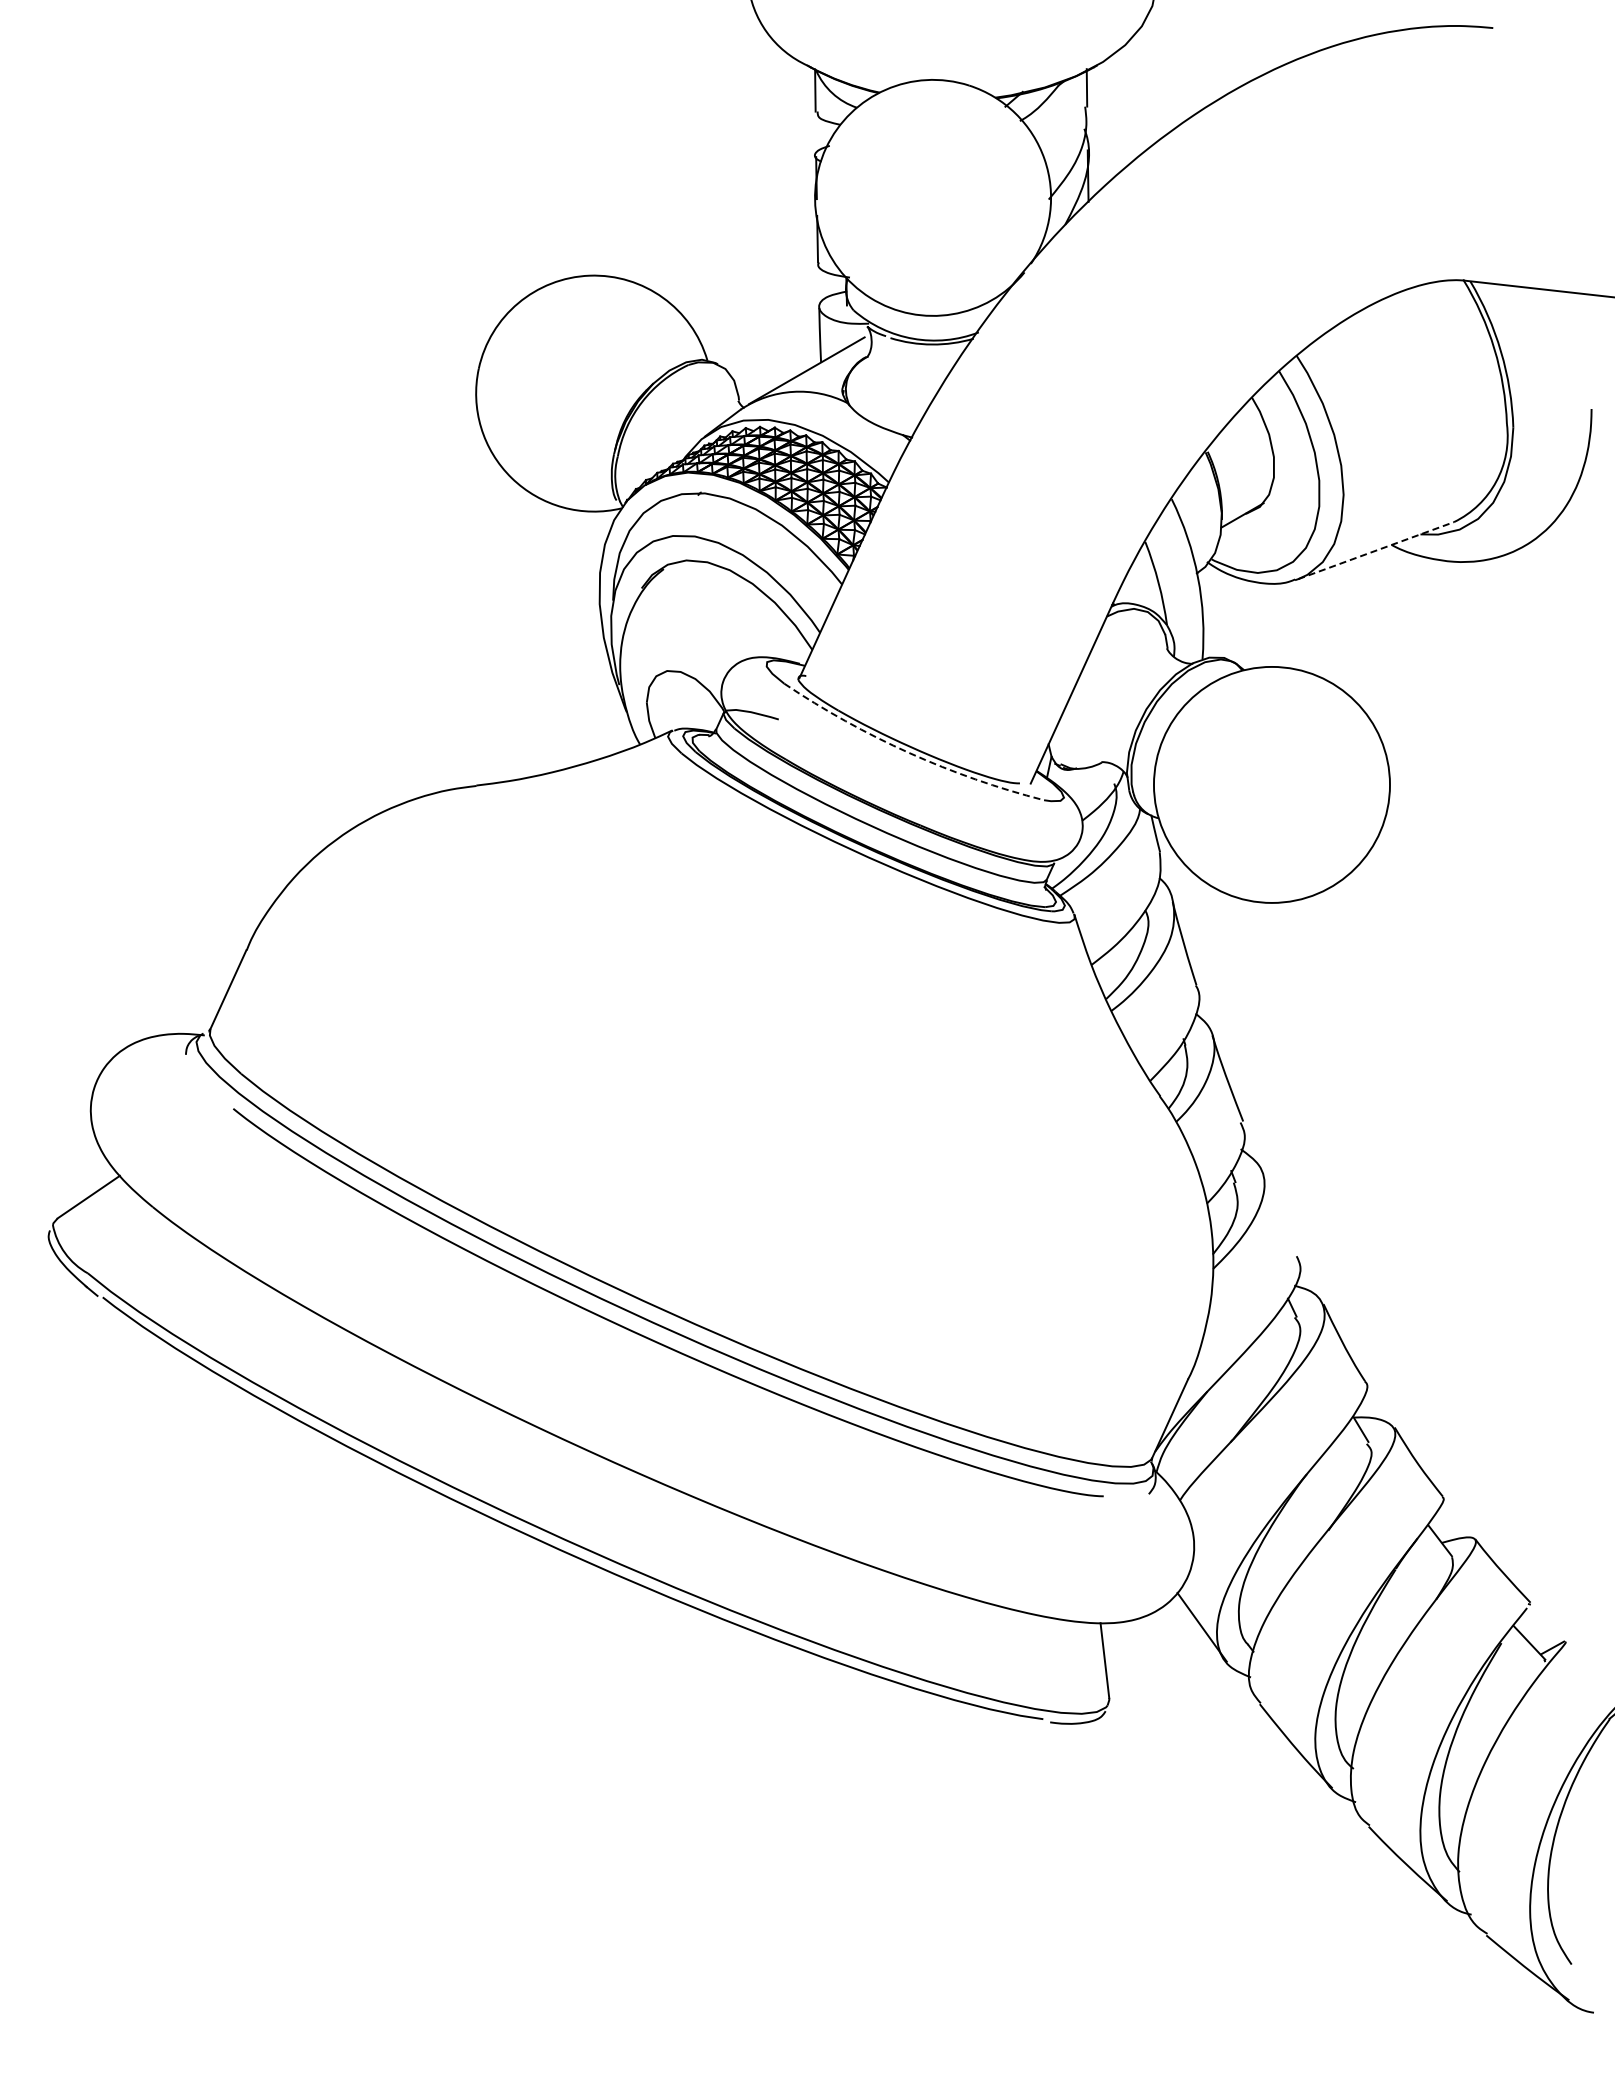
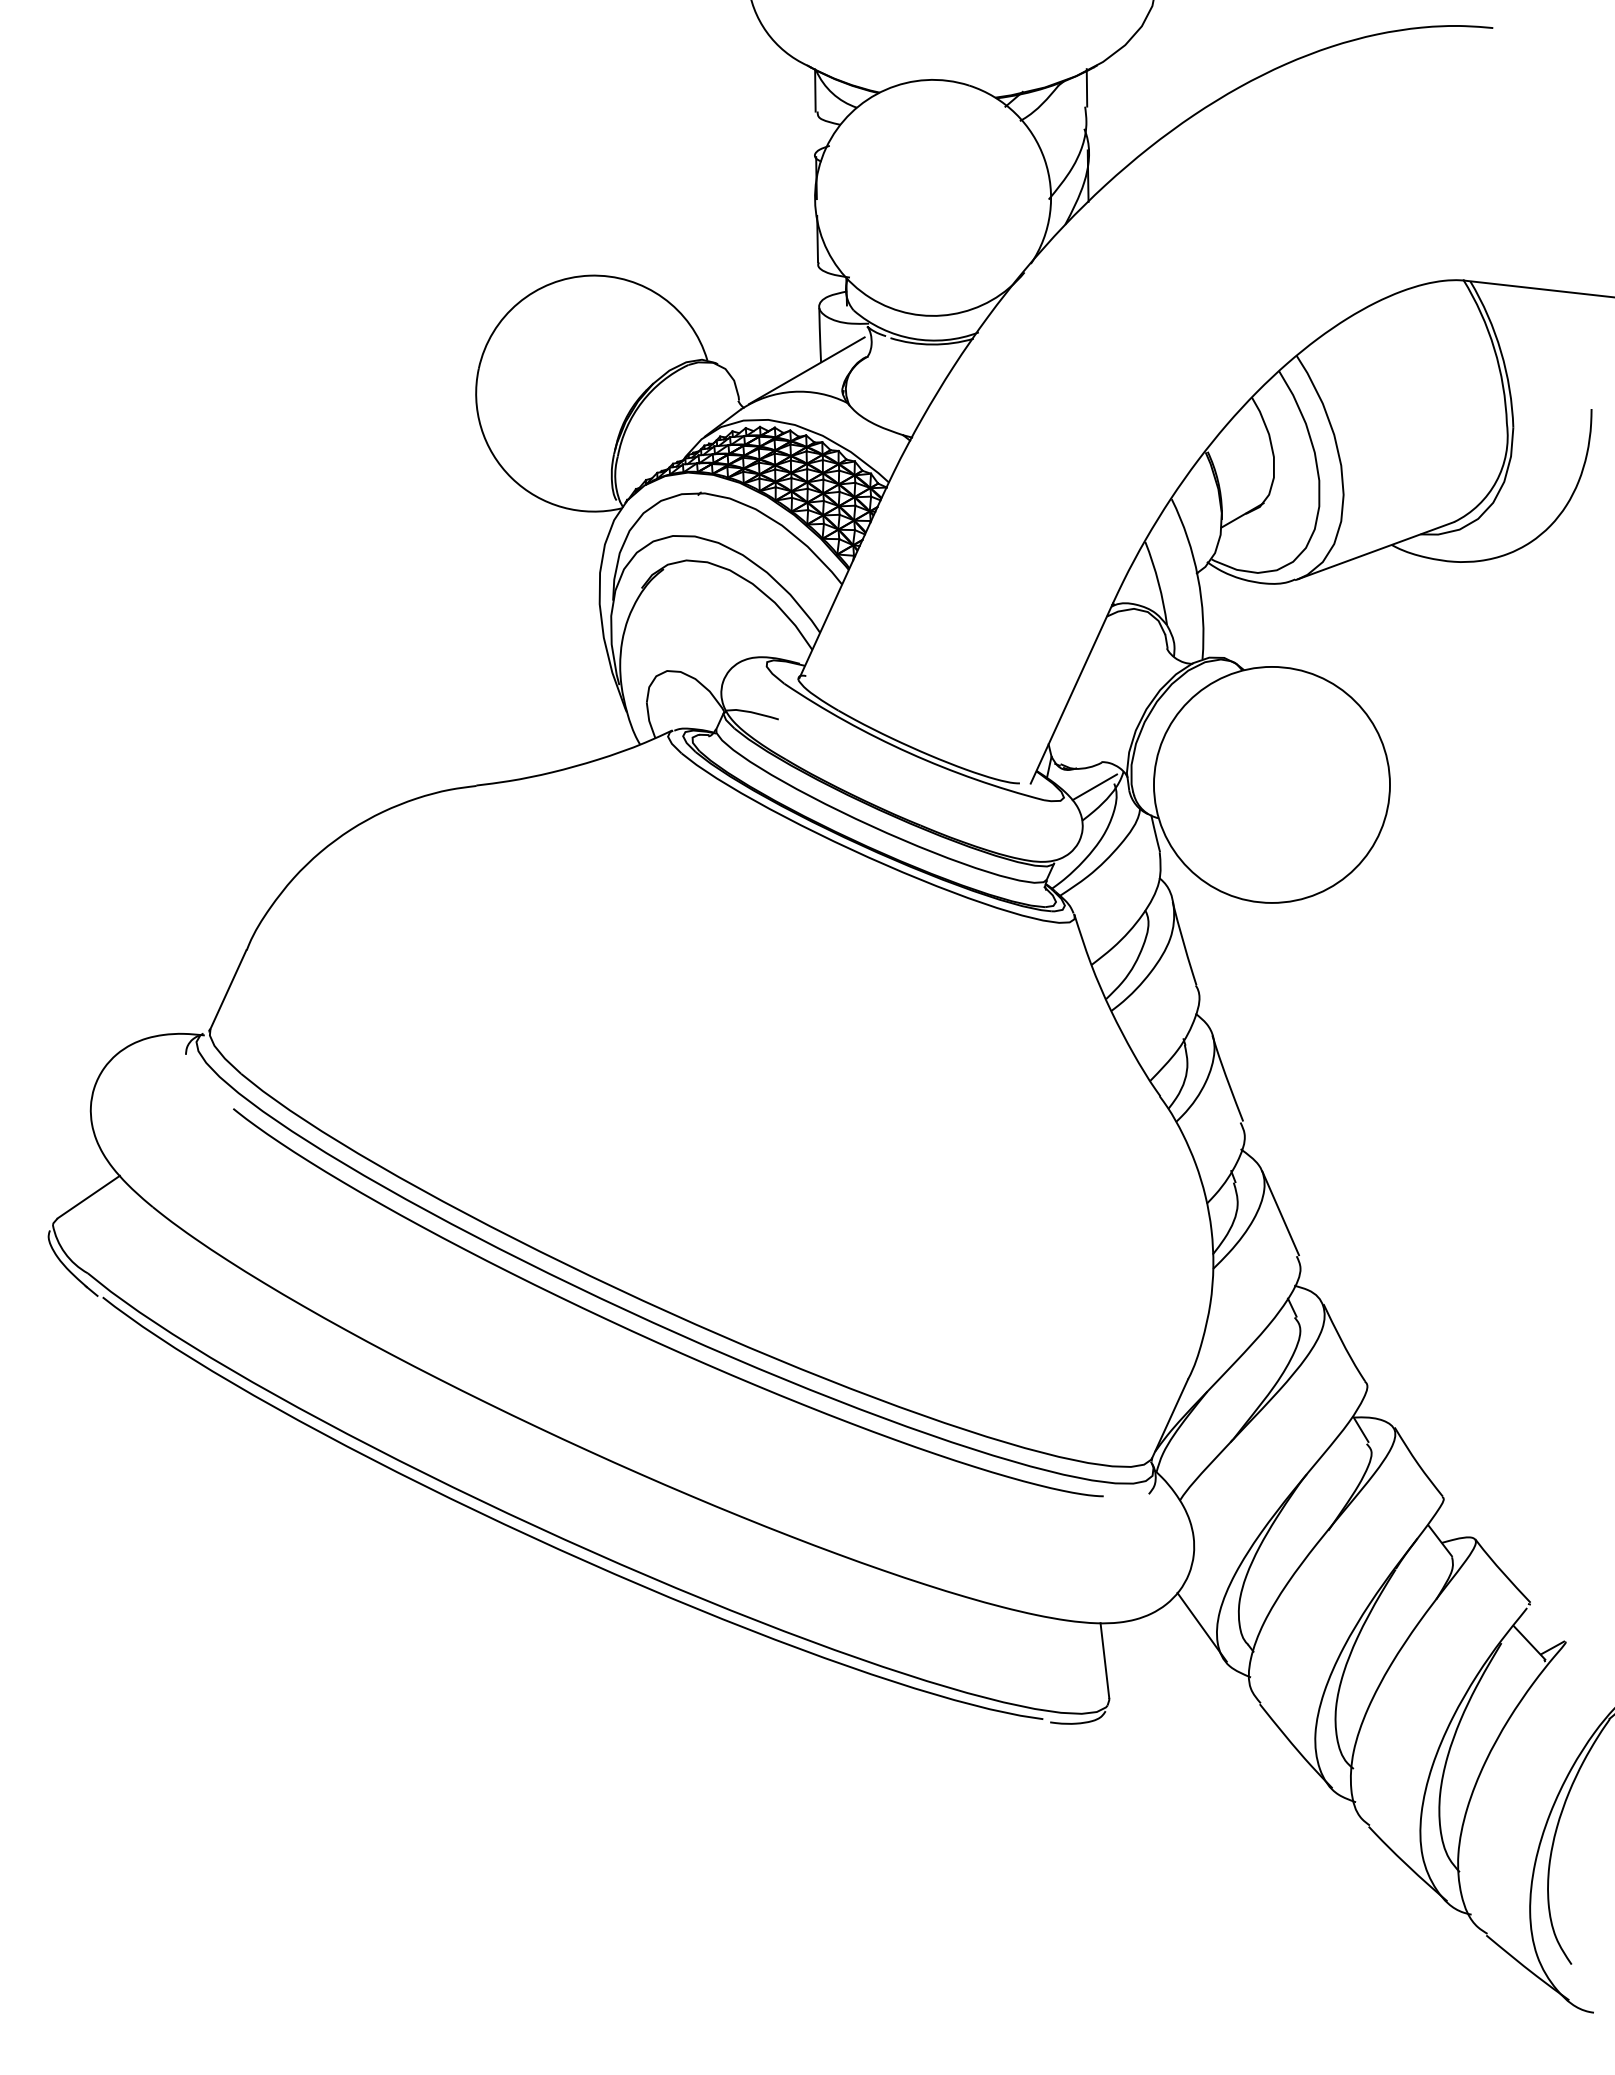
line at (1376, 550): dashed -> solid
arc at (909, 753): dashed -> solid
line at (1094, 787): none -> present
line at (1280, 1213): none -> present
